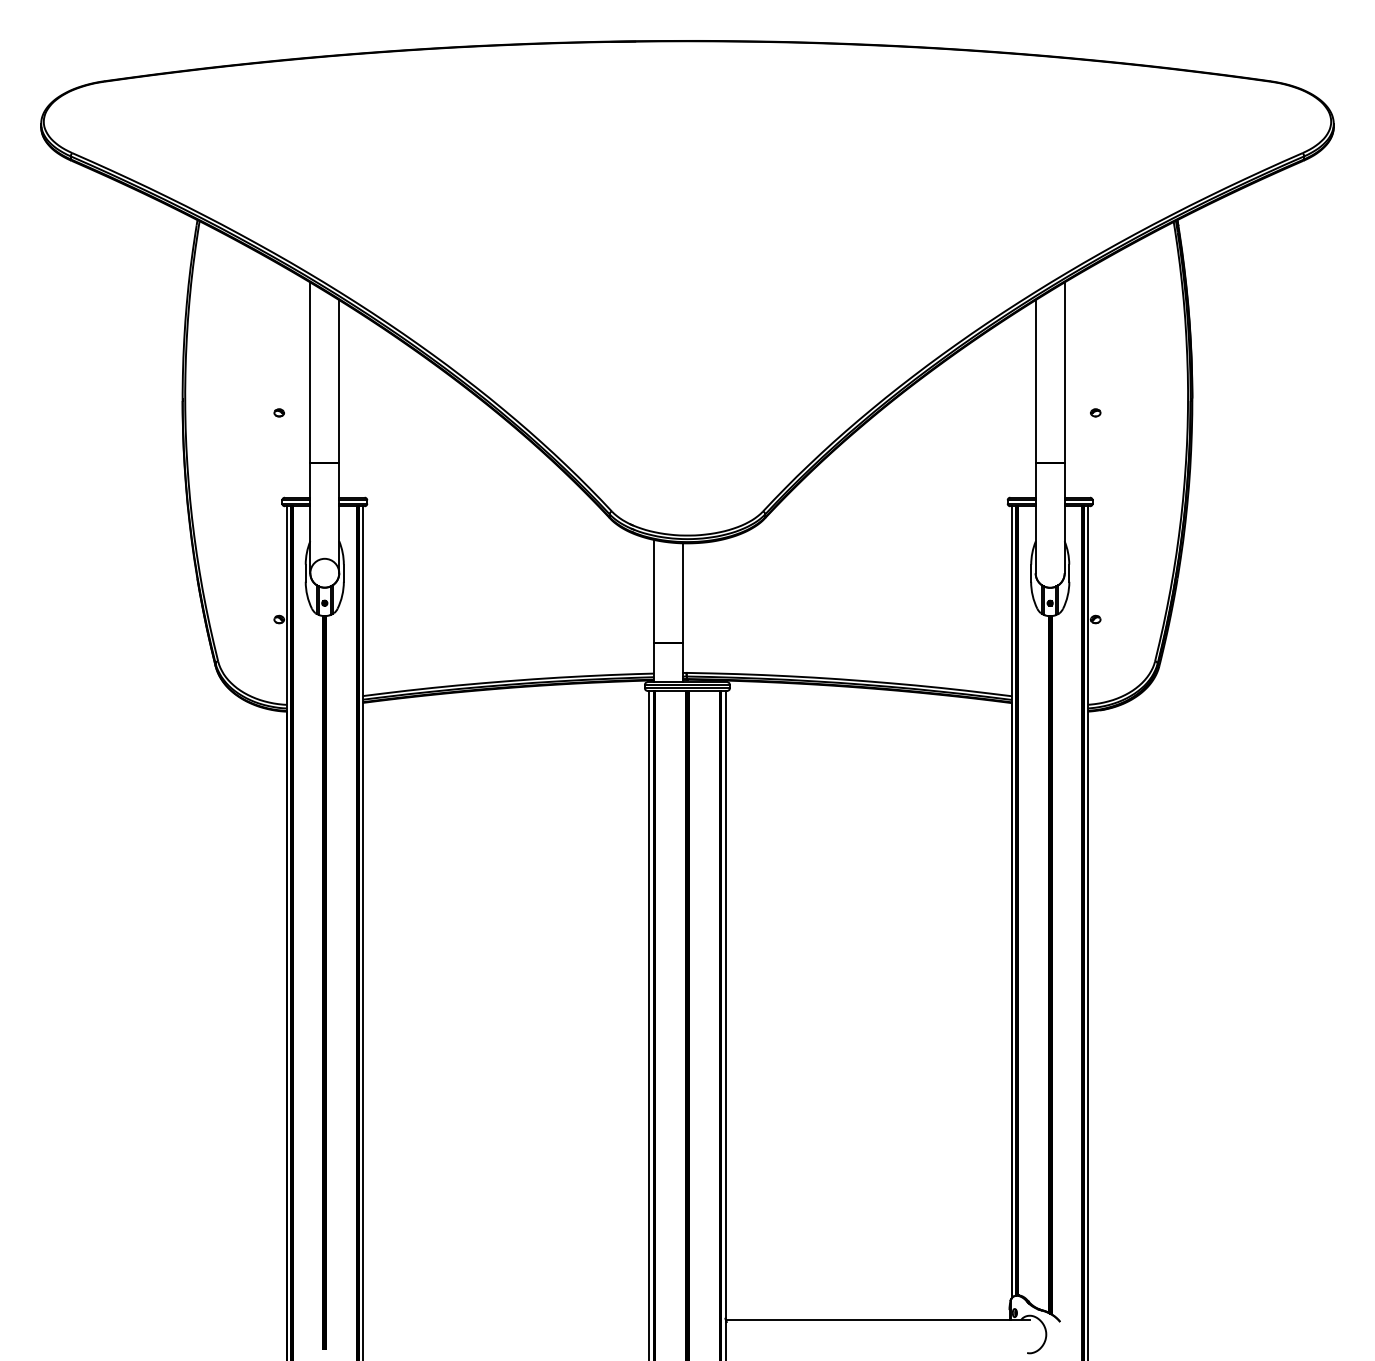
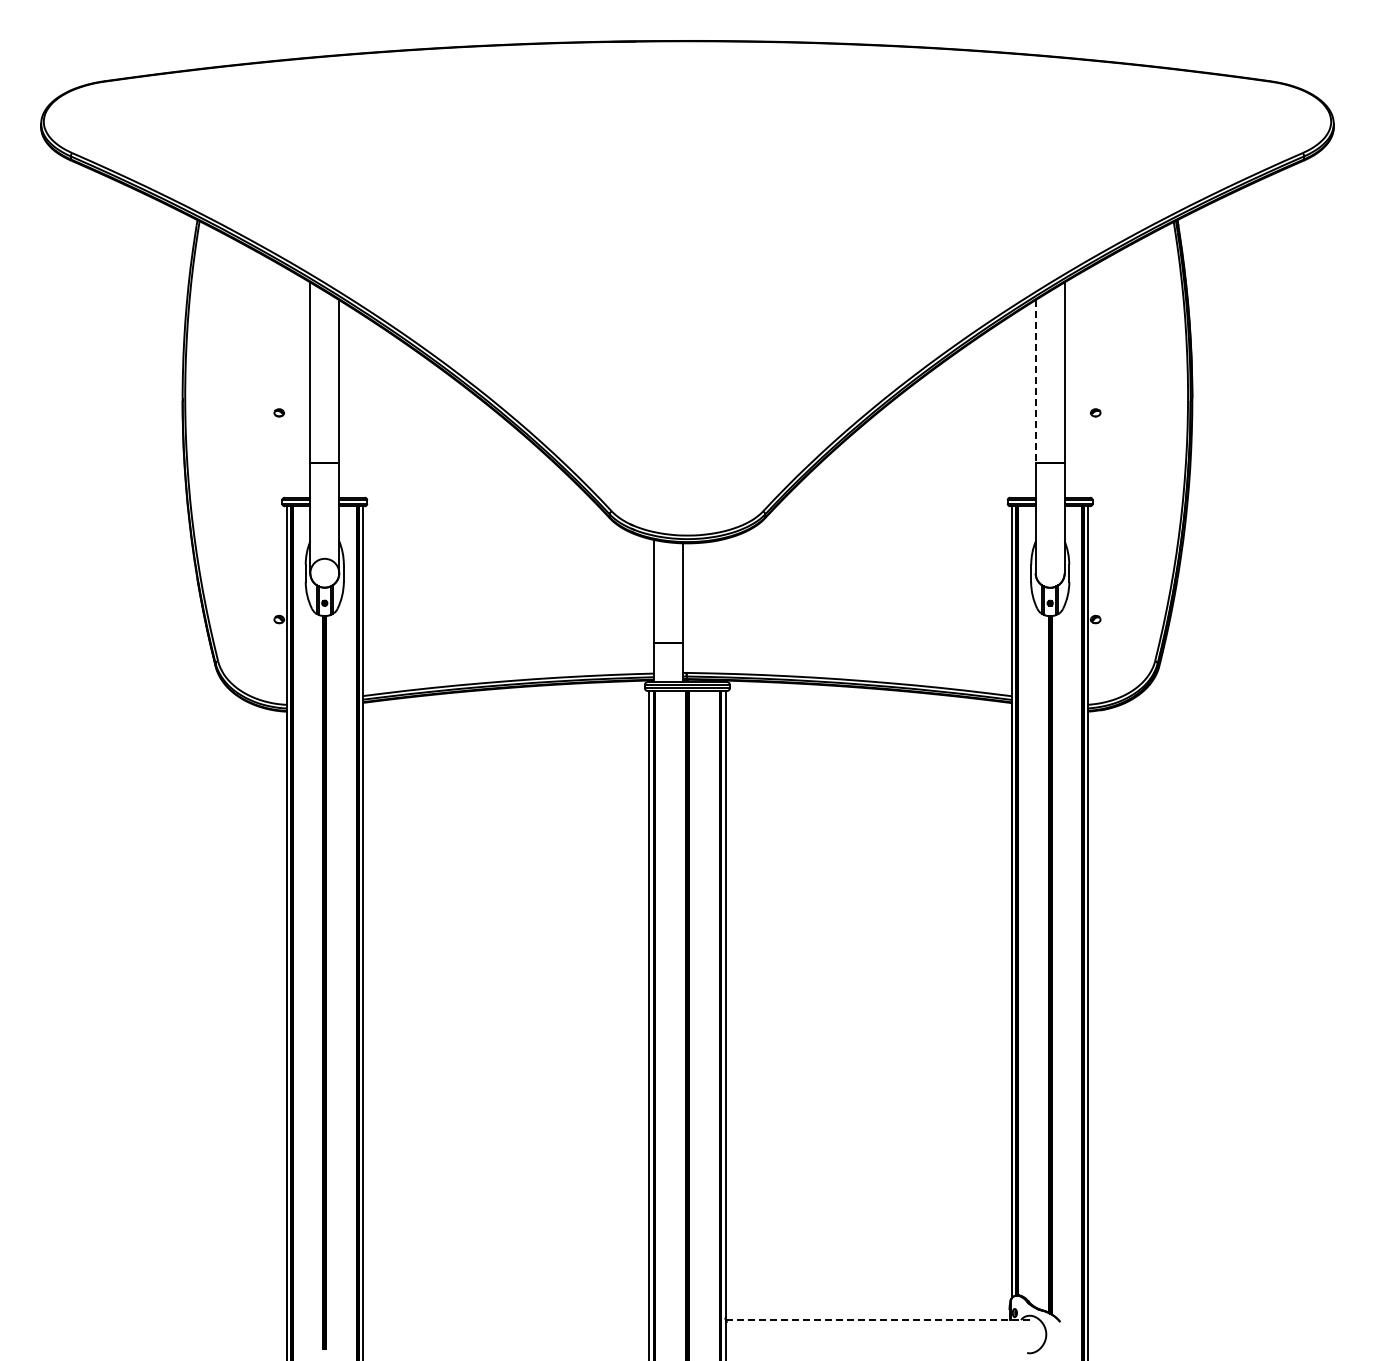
line at (1035, 381): solid -> dashed
line at (877, 1320): solid -> dashed
